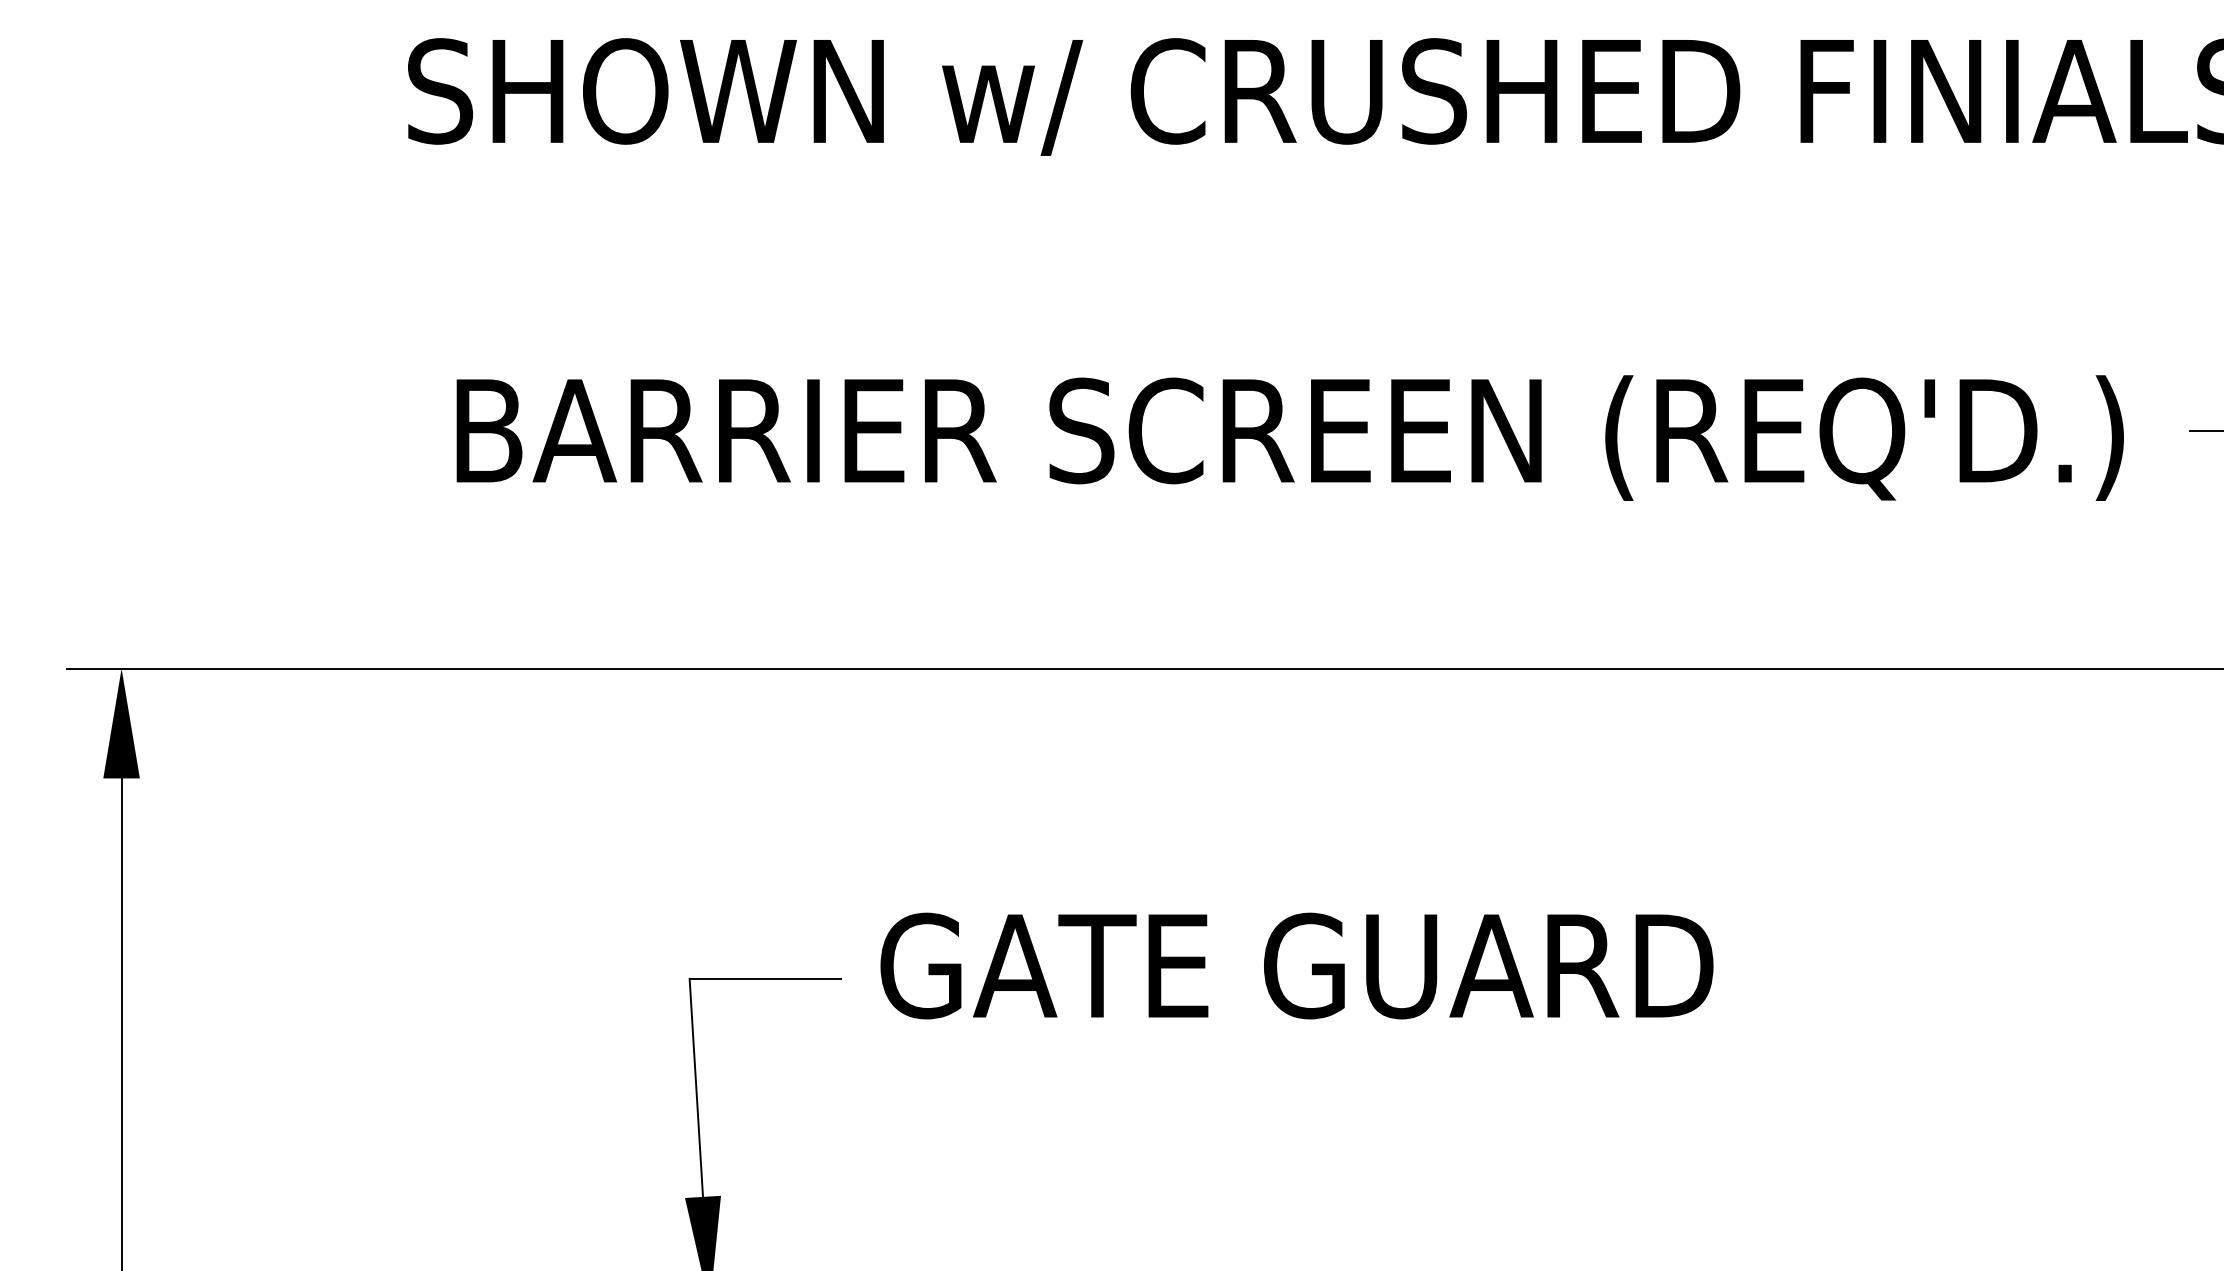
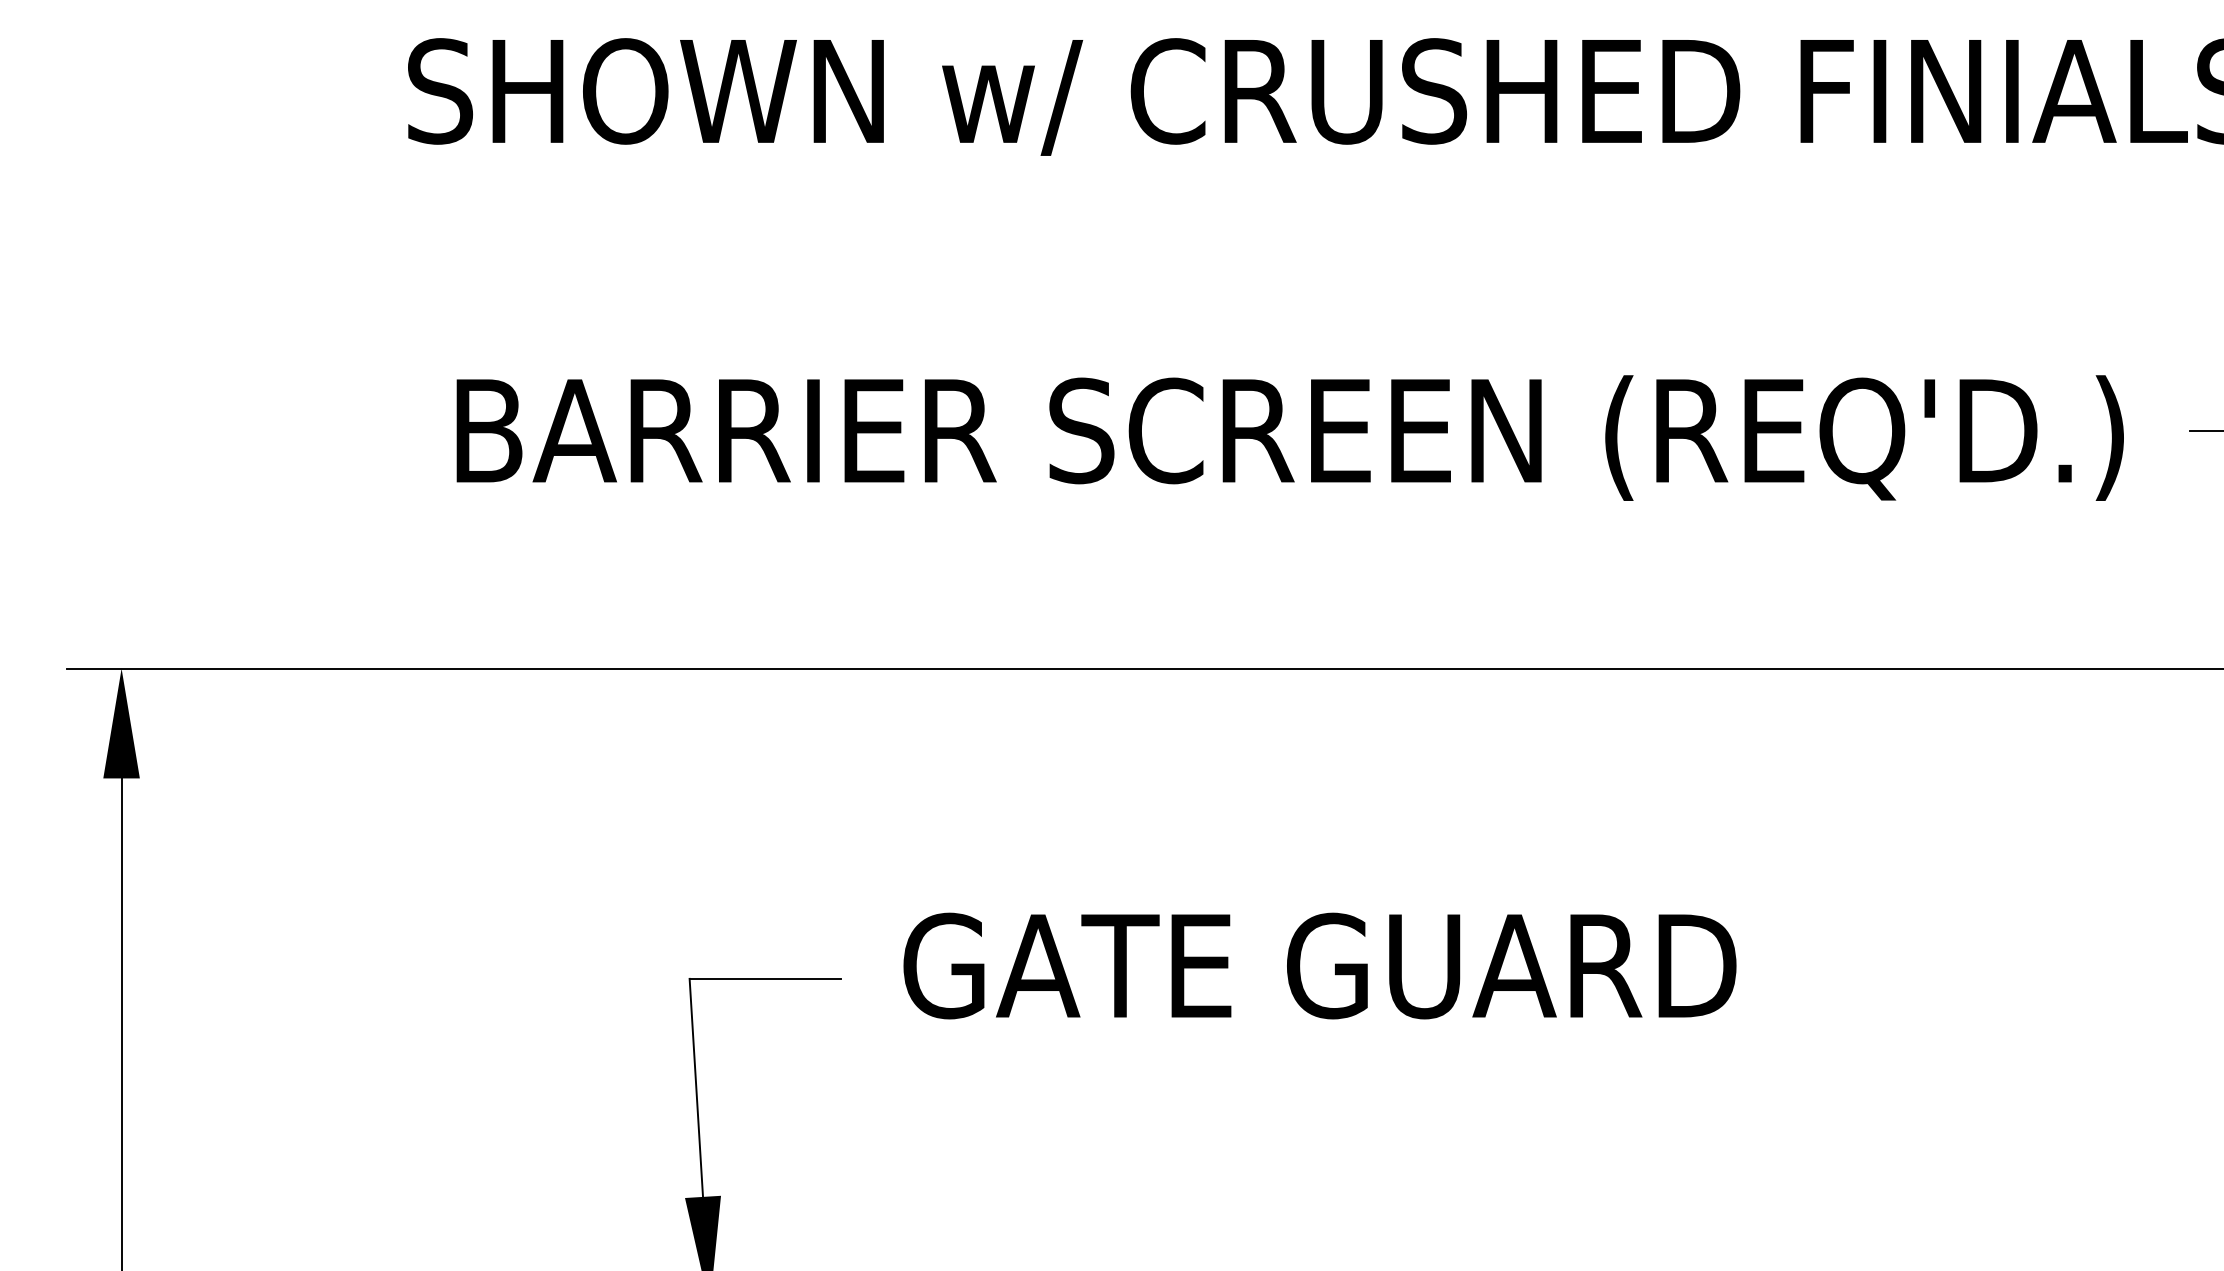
text at (1296, 965) position: (1296, 965) -> (1319, 965)
